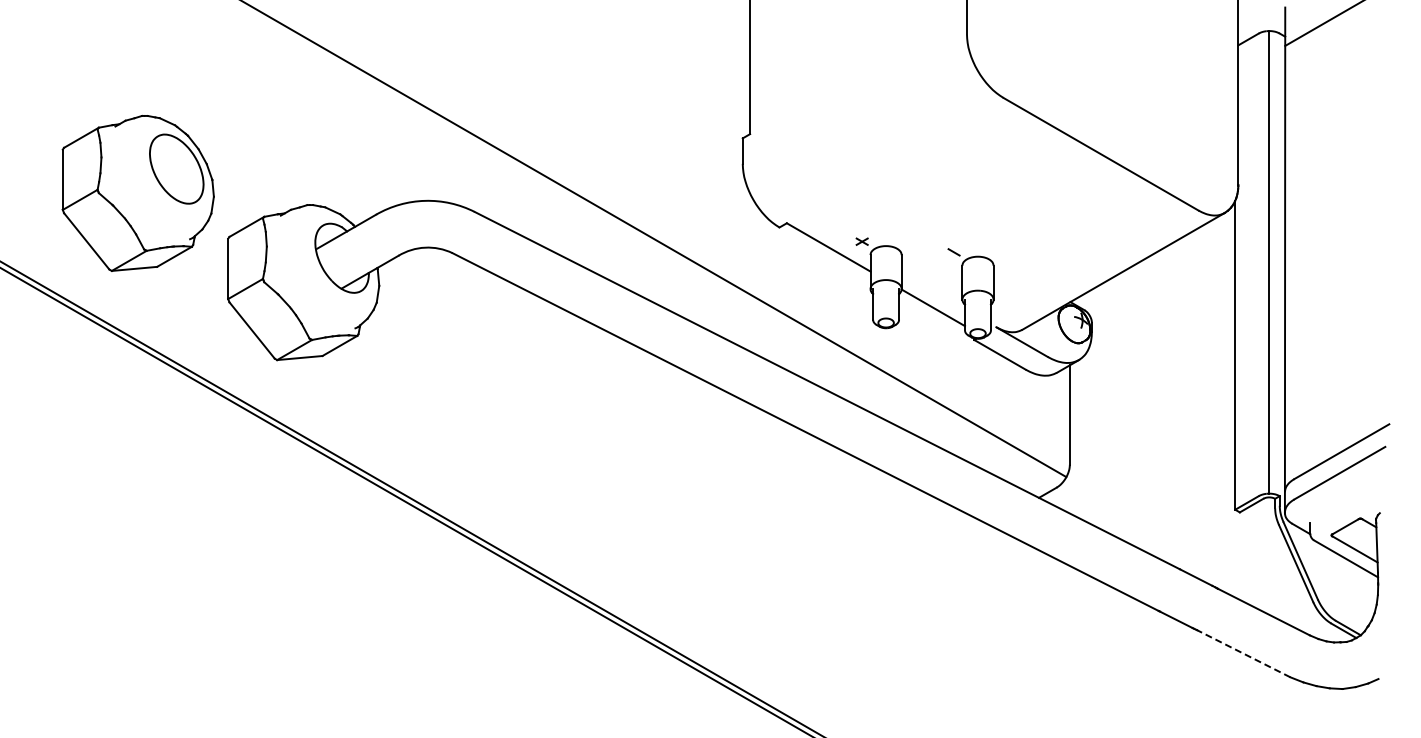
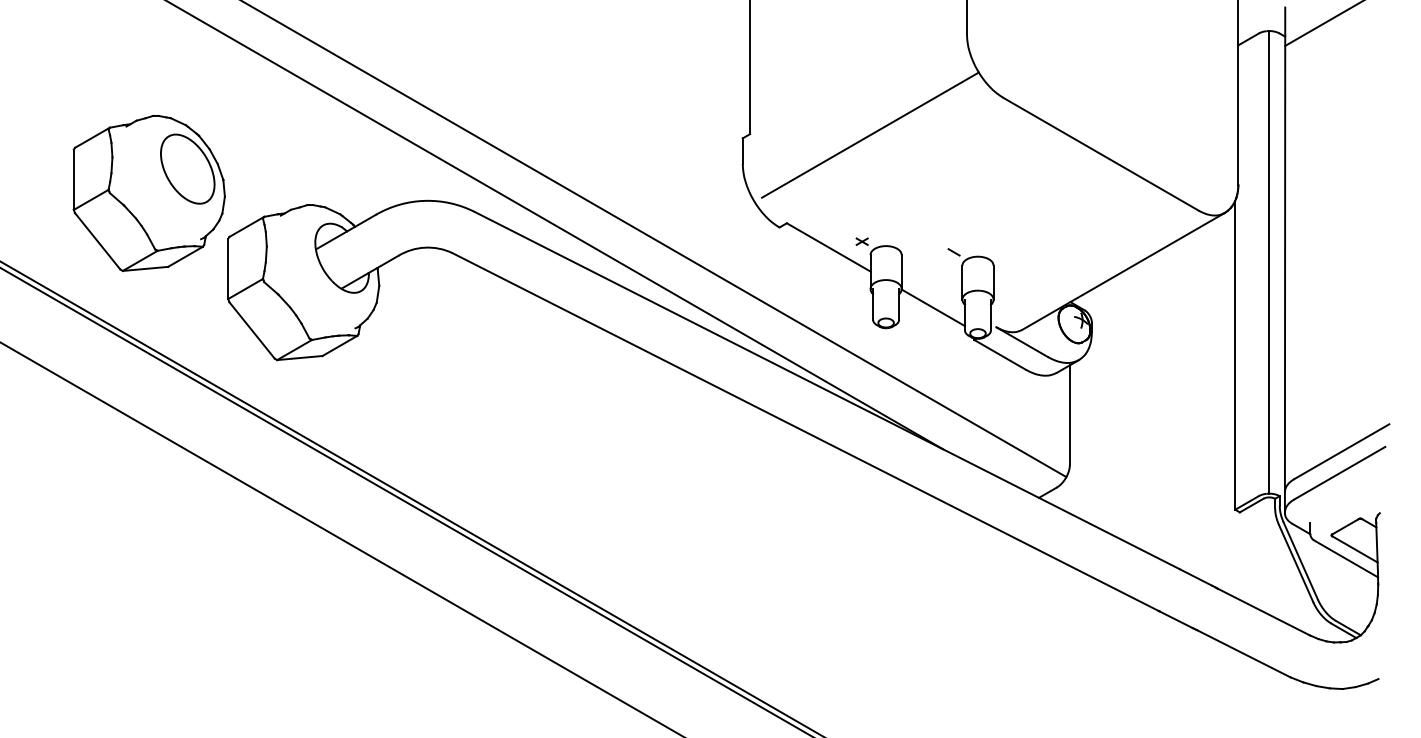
line at (870, 134): none -> present
part at (137, 193) position: (137, 193) -> (148, 193)
line at (555, 225): none -> present
line at (340, 538): none -> present
line at (1243, 653): dashed -> solid
